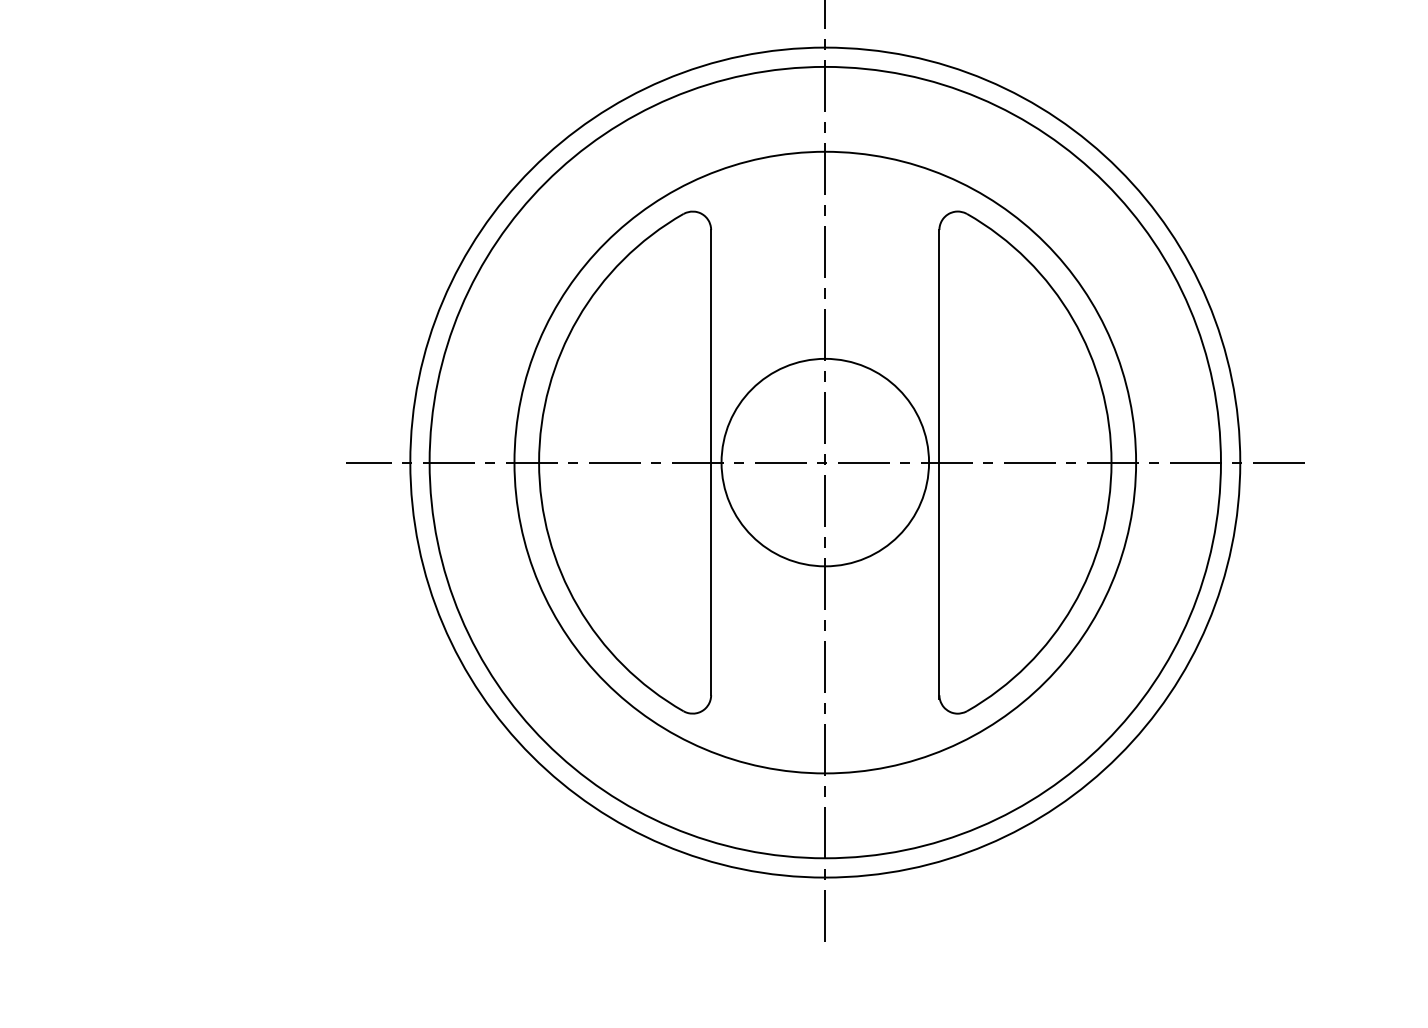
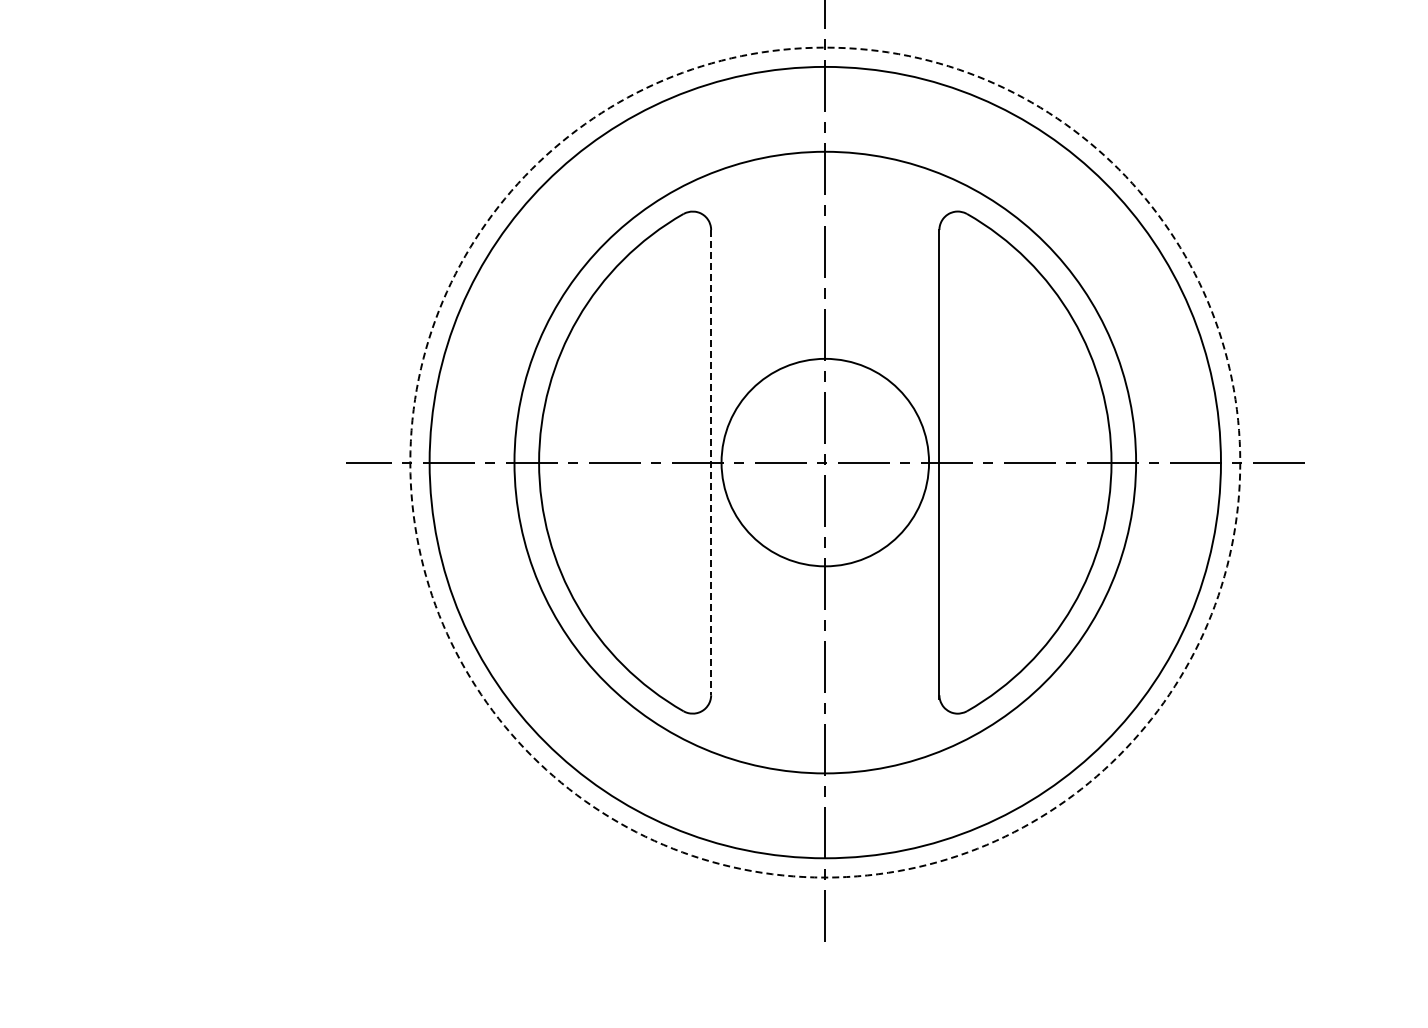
line at (711, 462): solid -> dashed
circle at (825, 462): solid -> dashed
